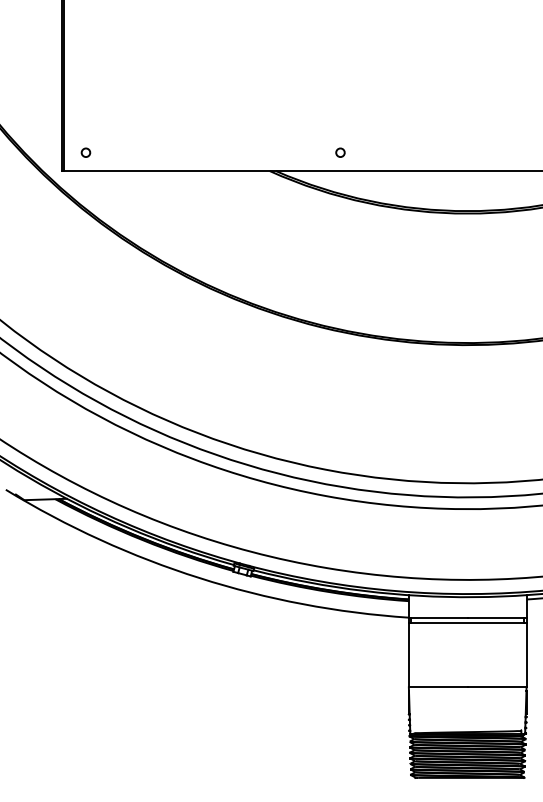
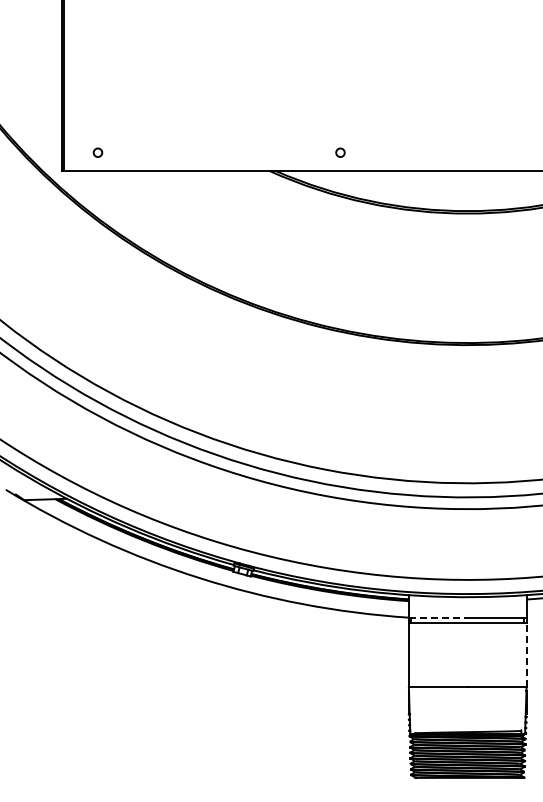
circle at (85, 152) position: (85, 152) -> (97, 152)
line at (438, 617): solid -> dashed
line at (526, 654): solid -> dashed
